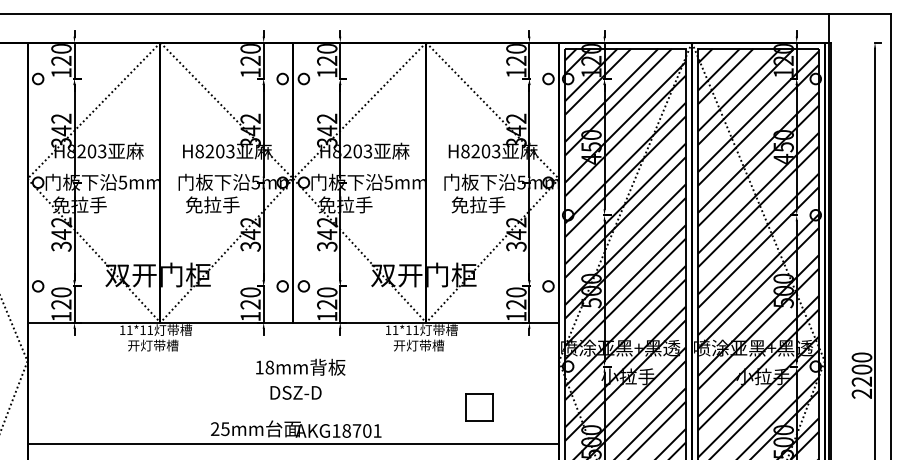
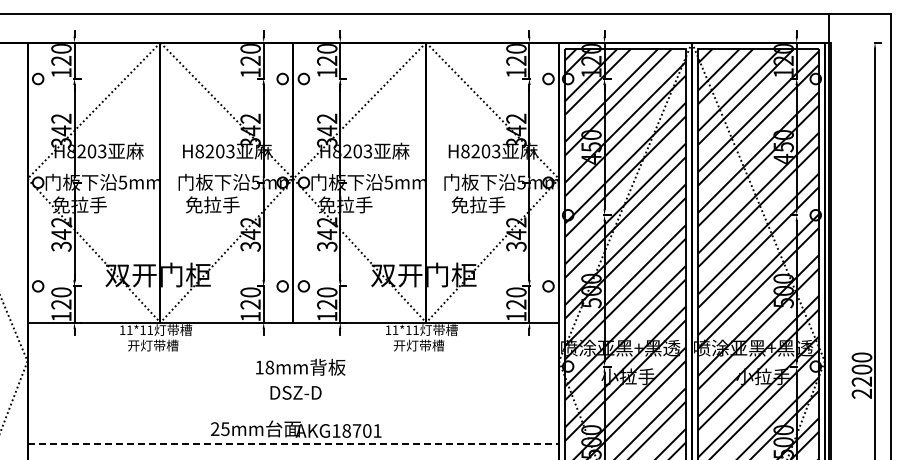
part at (479, 407): present -> none
line at (293, 443): solid -> dashed
